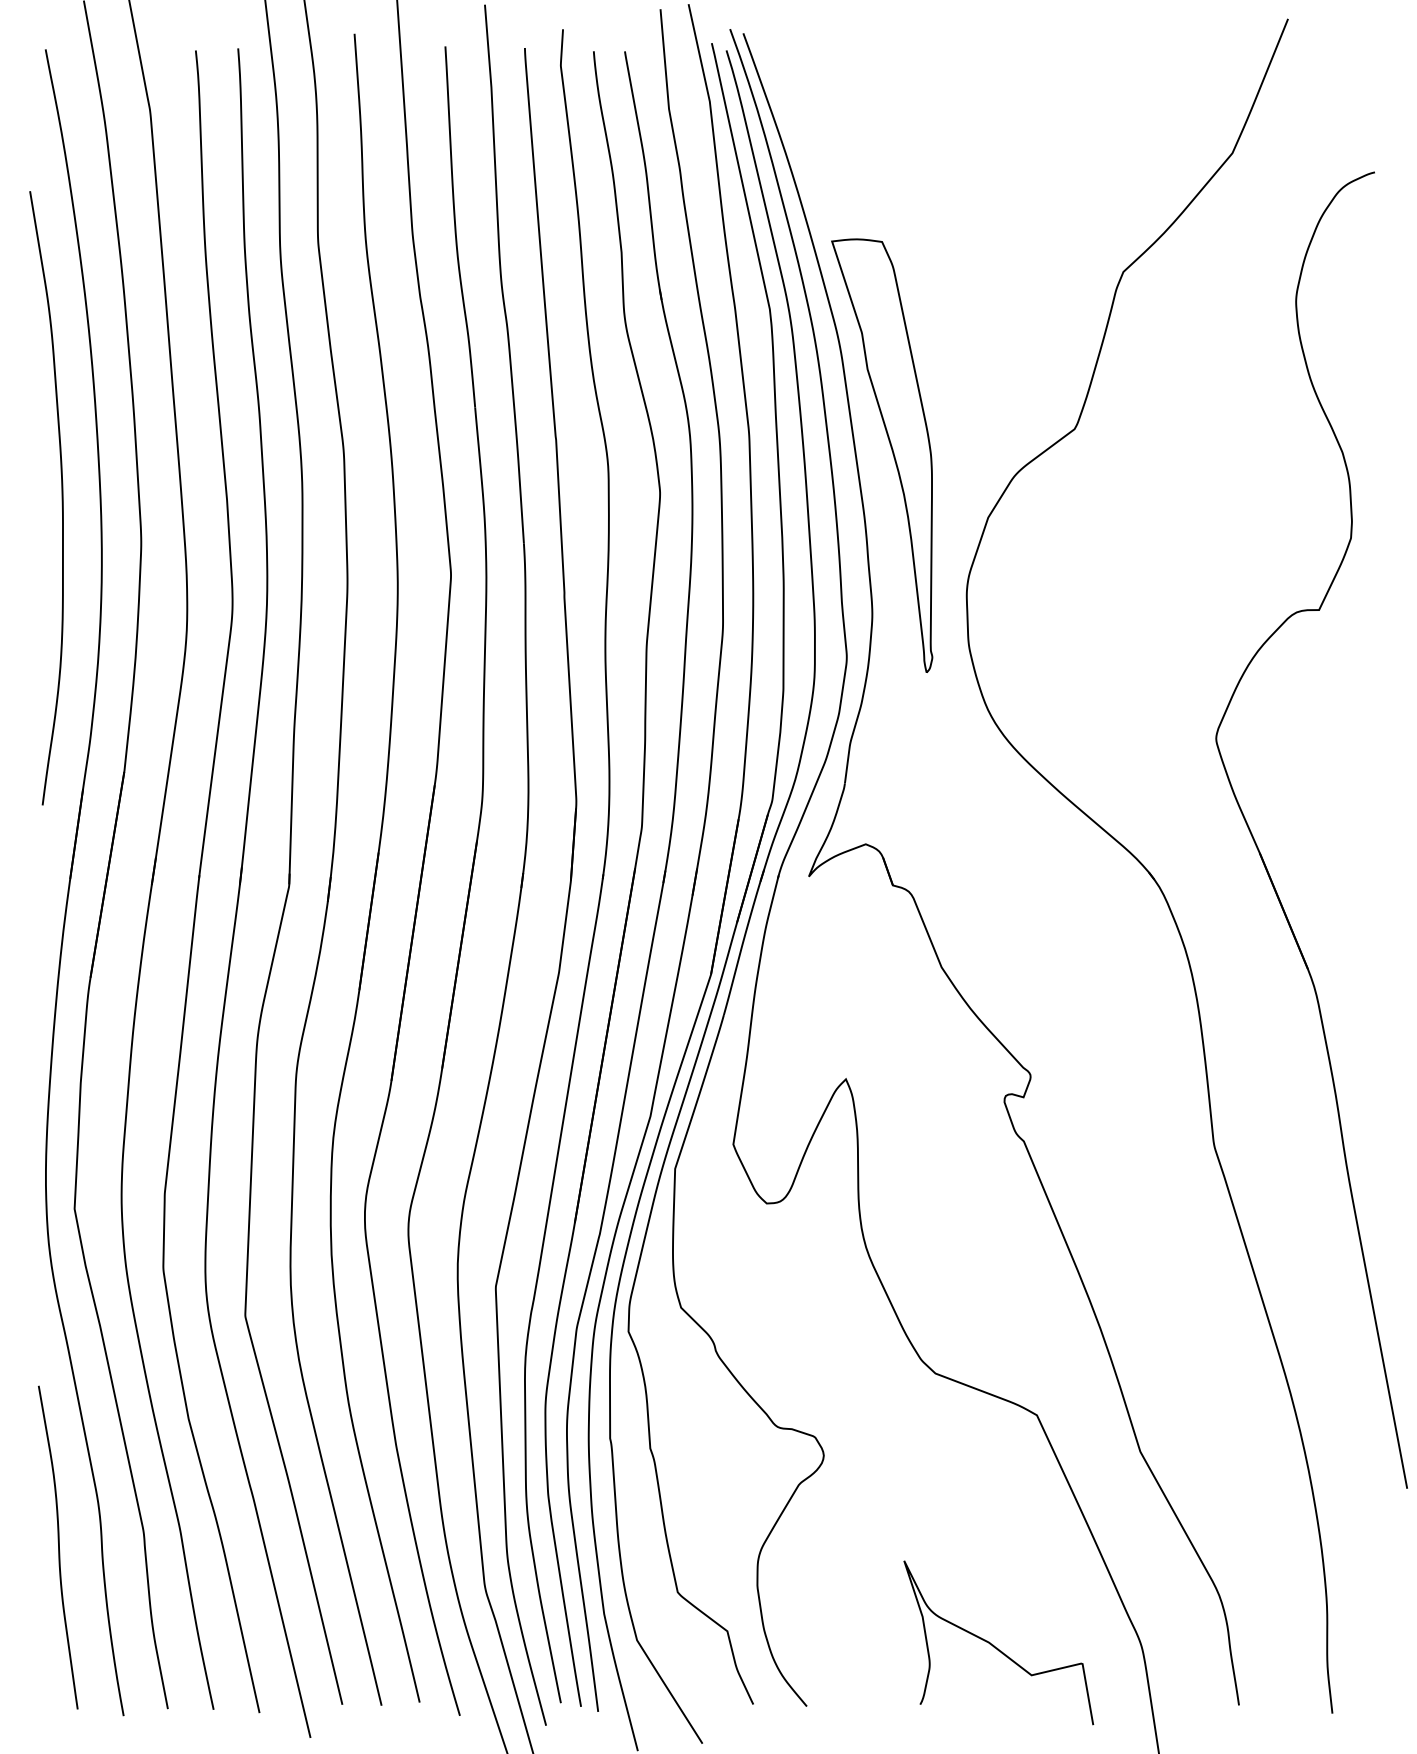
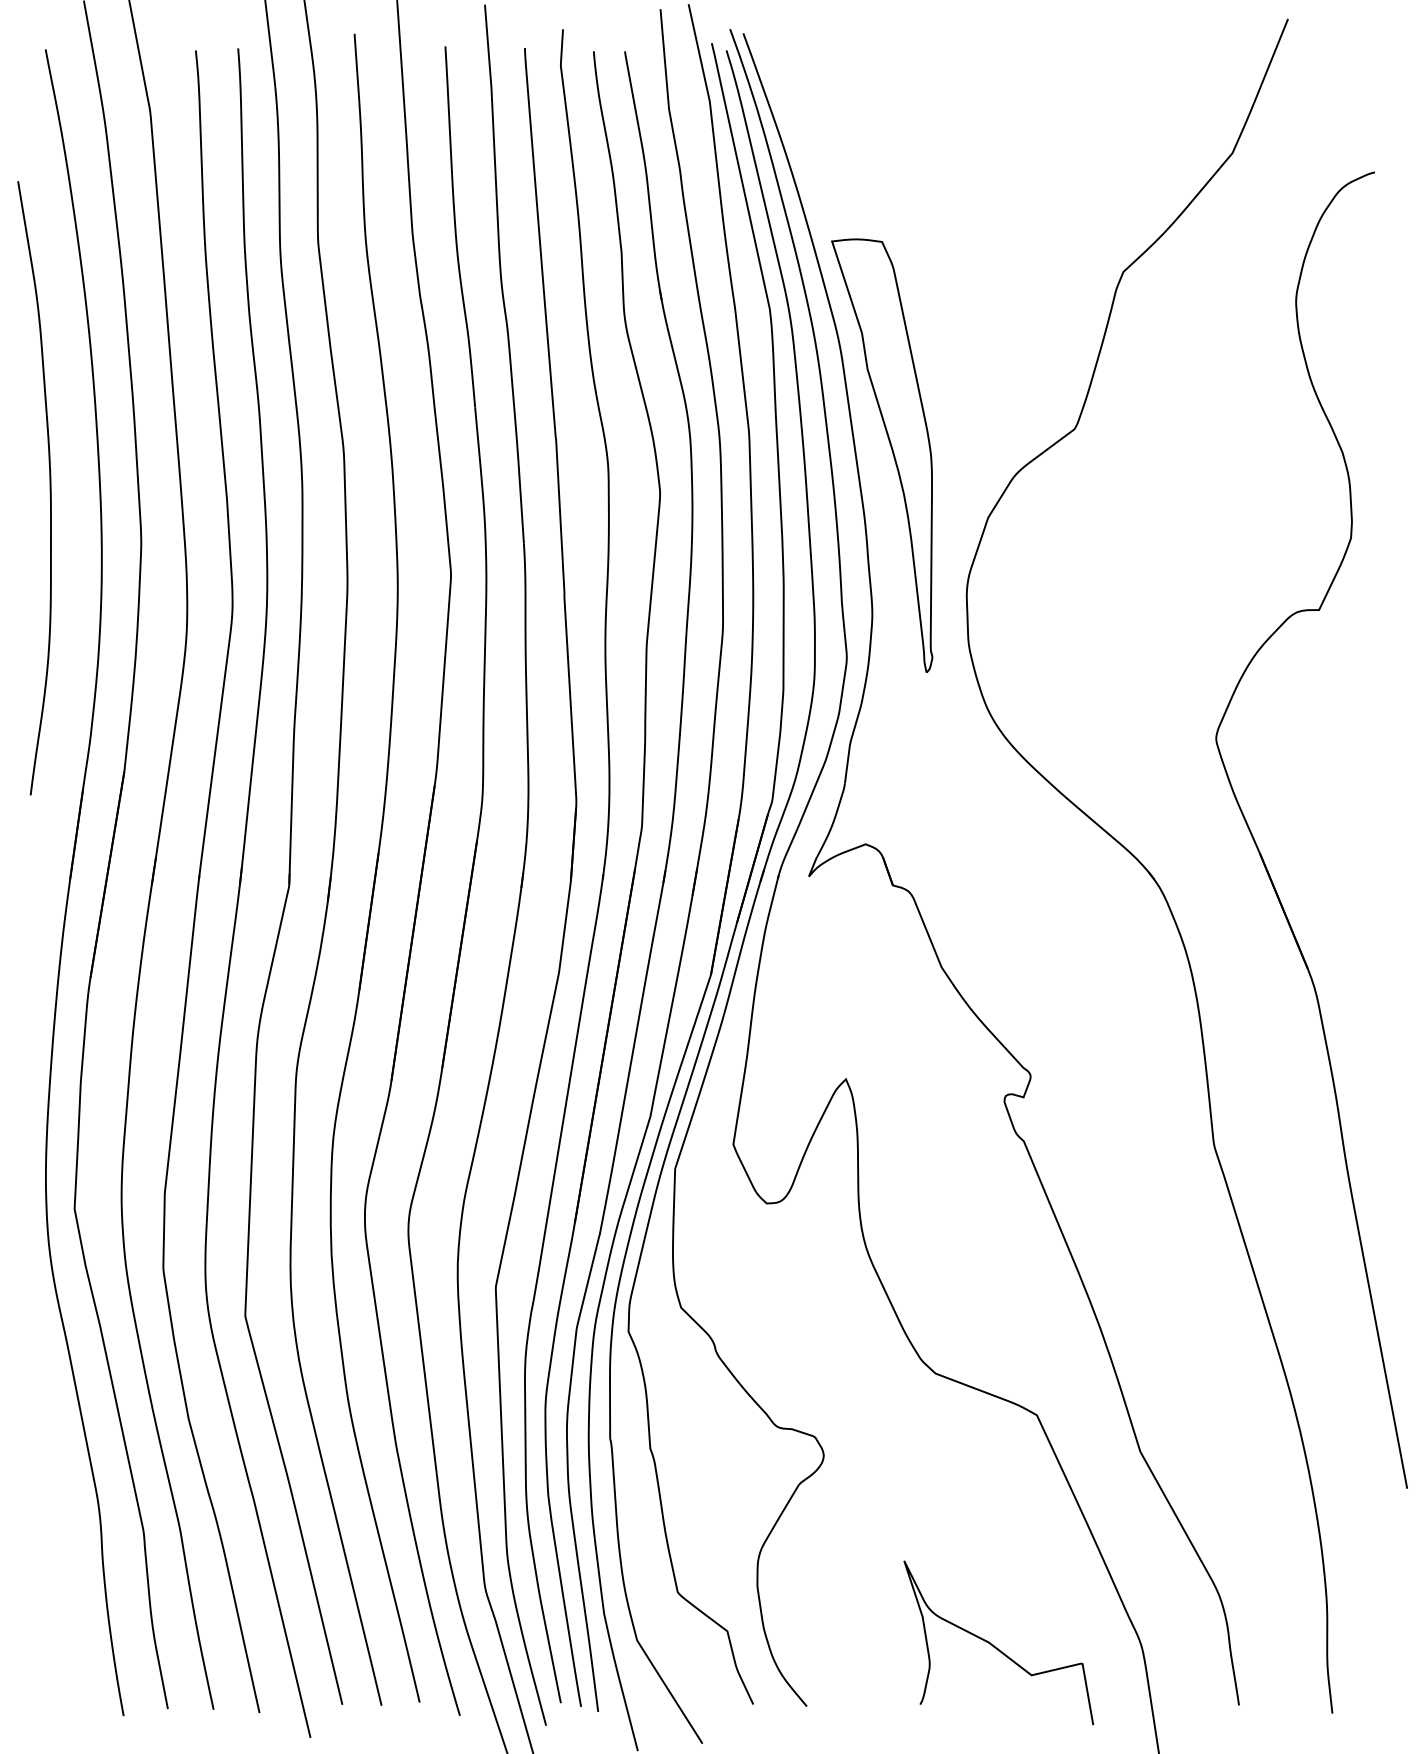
curve at (61, 498) position: (61, 498) -> (49, 488)
curve at (58, 1547): present -> none
